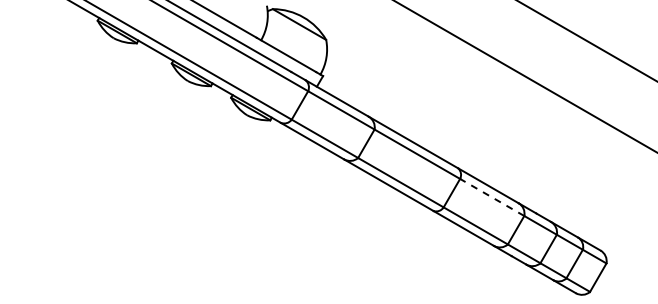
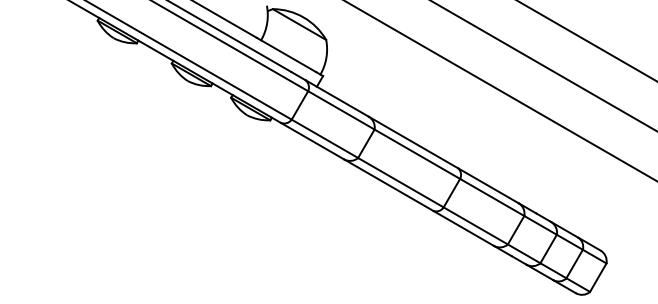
line at (525, 76) position: (525, 76) -> (543, 65)
line at (500, 90): none -> present
line at (491, 197): dashed -> solid
